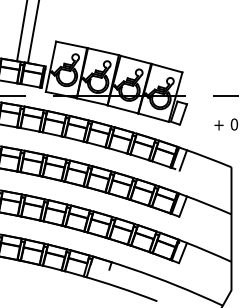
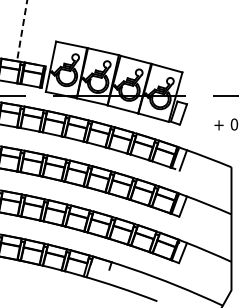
line at (22, 30): solid -> dashed
line at (32, 32): present -> none
